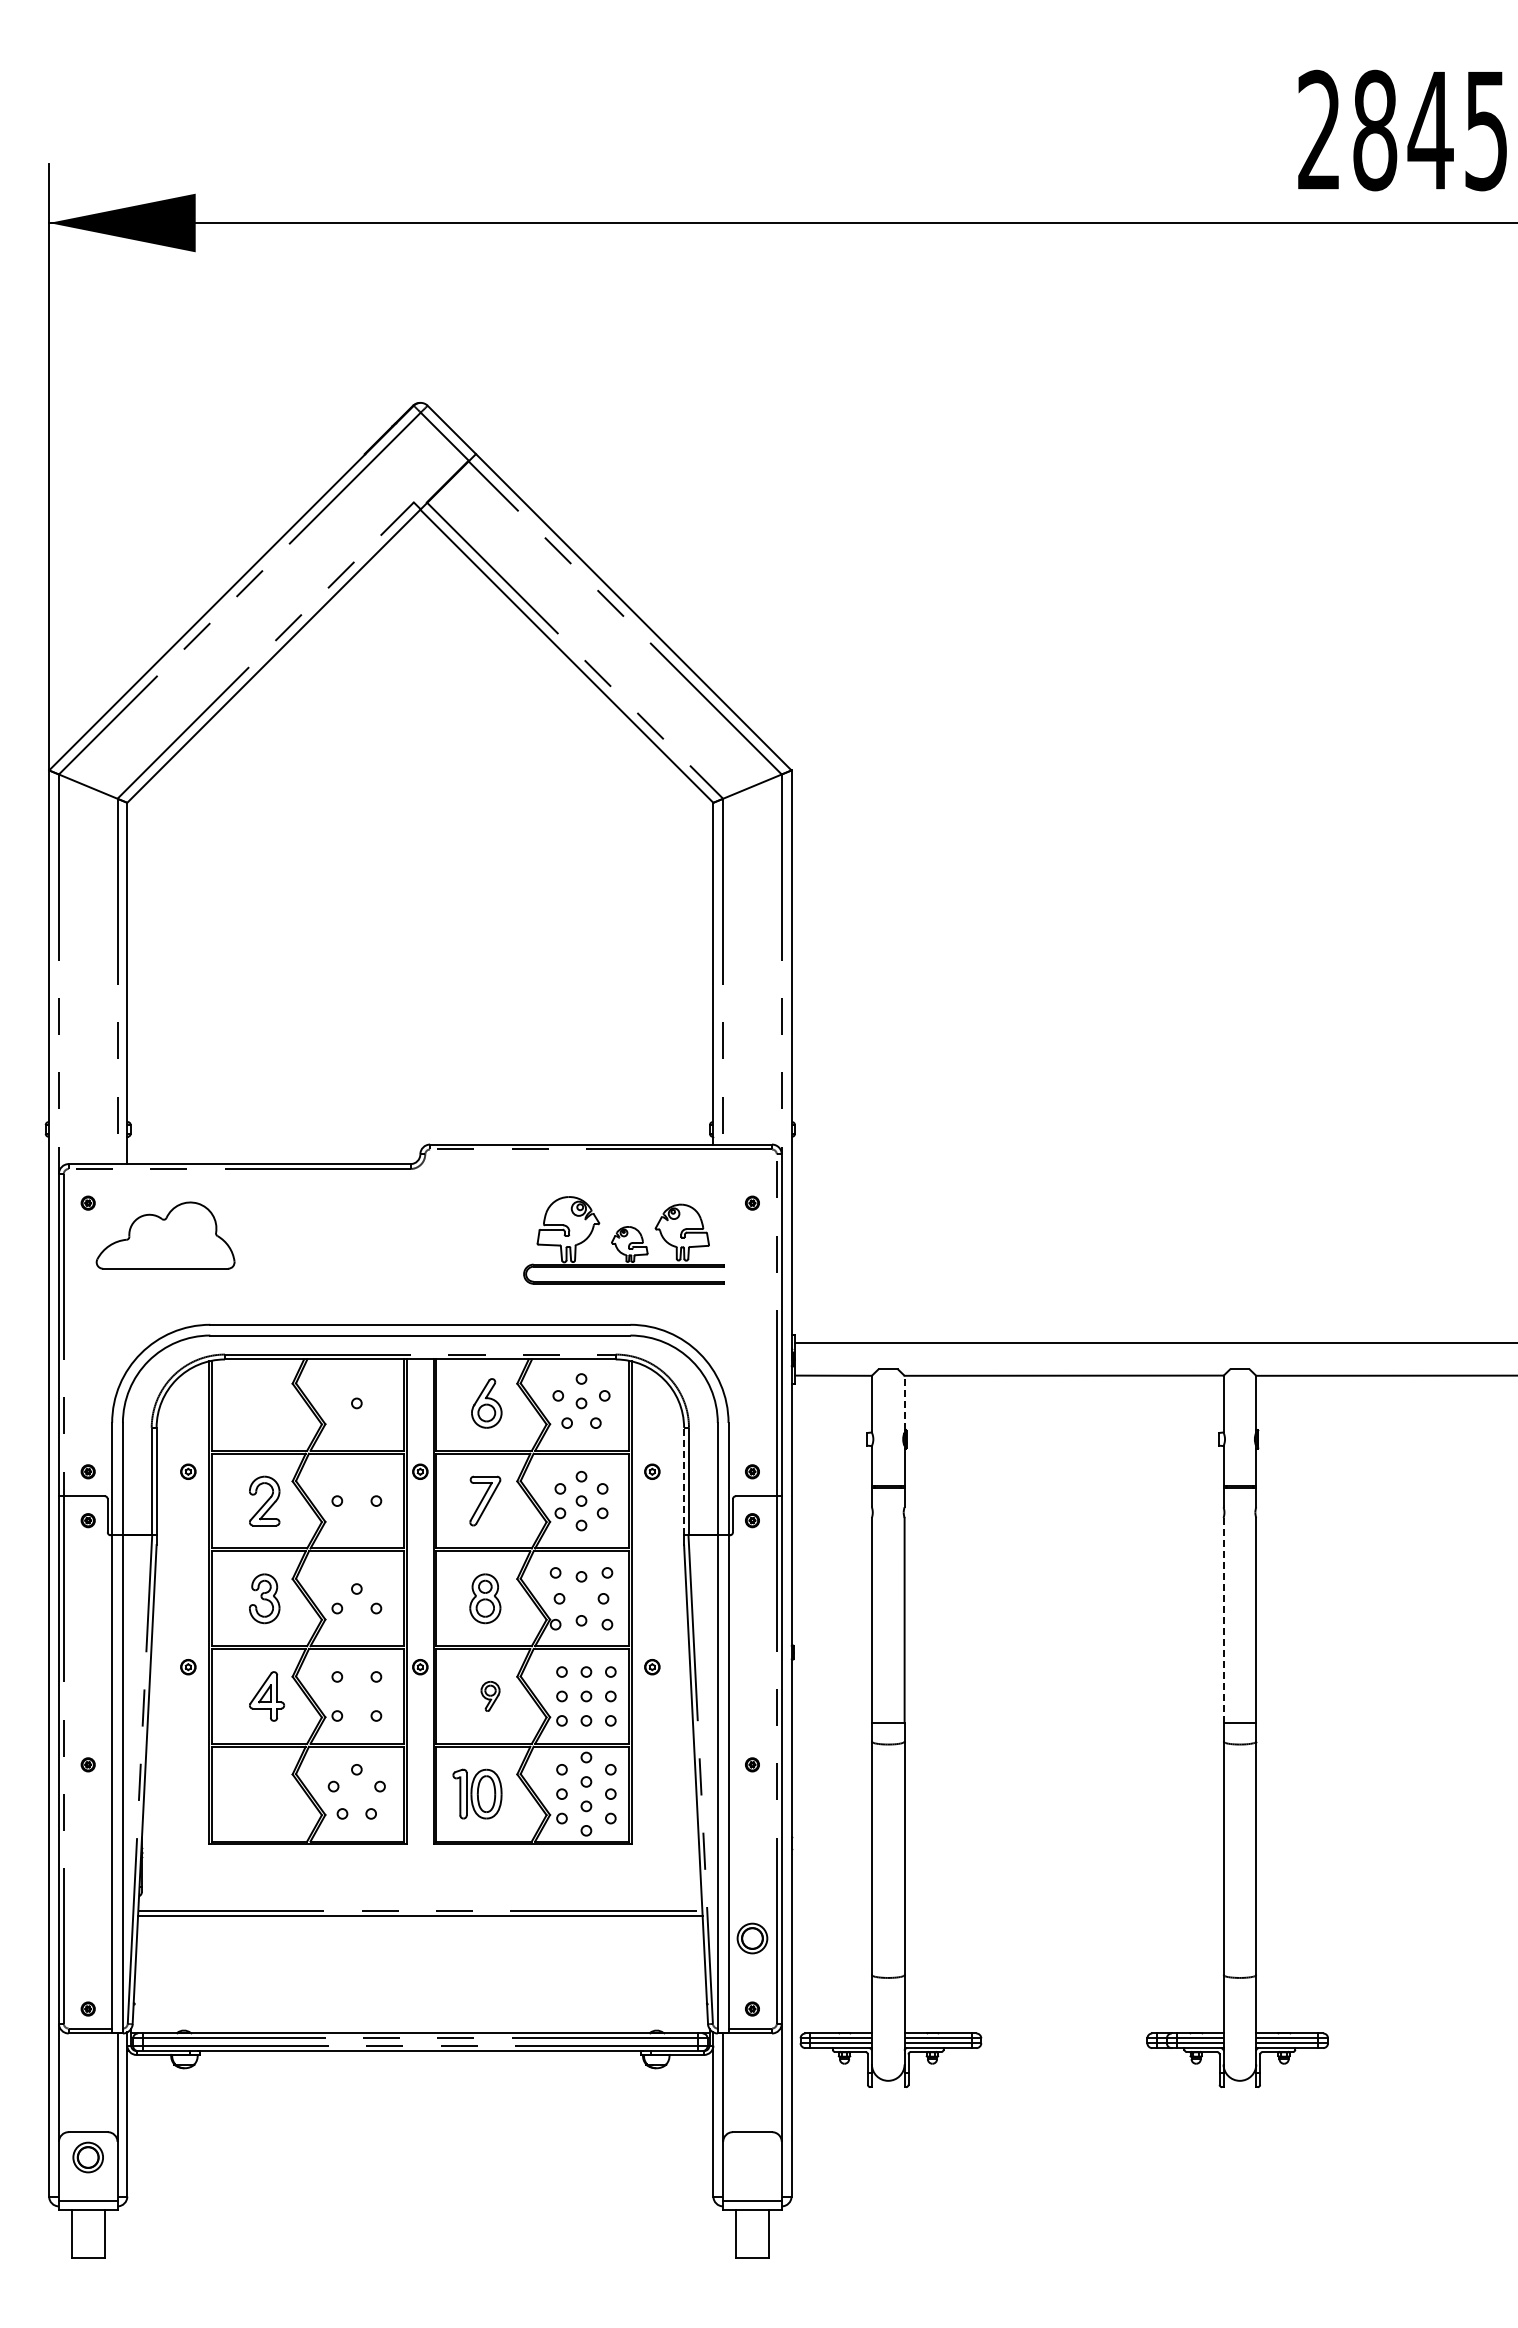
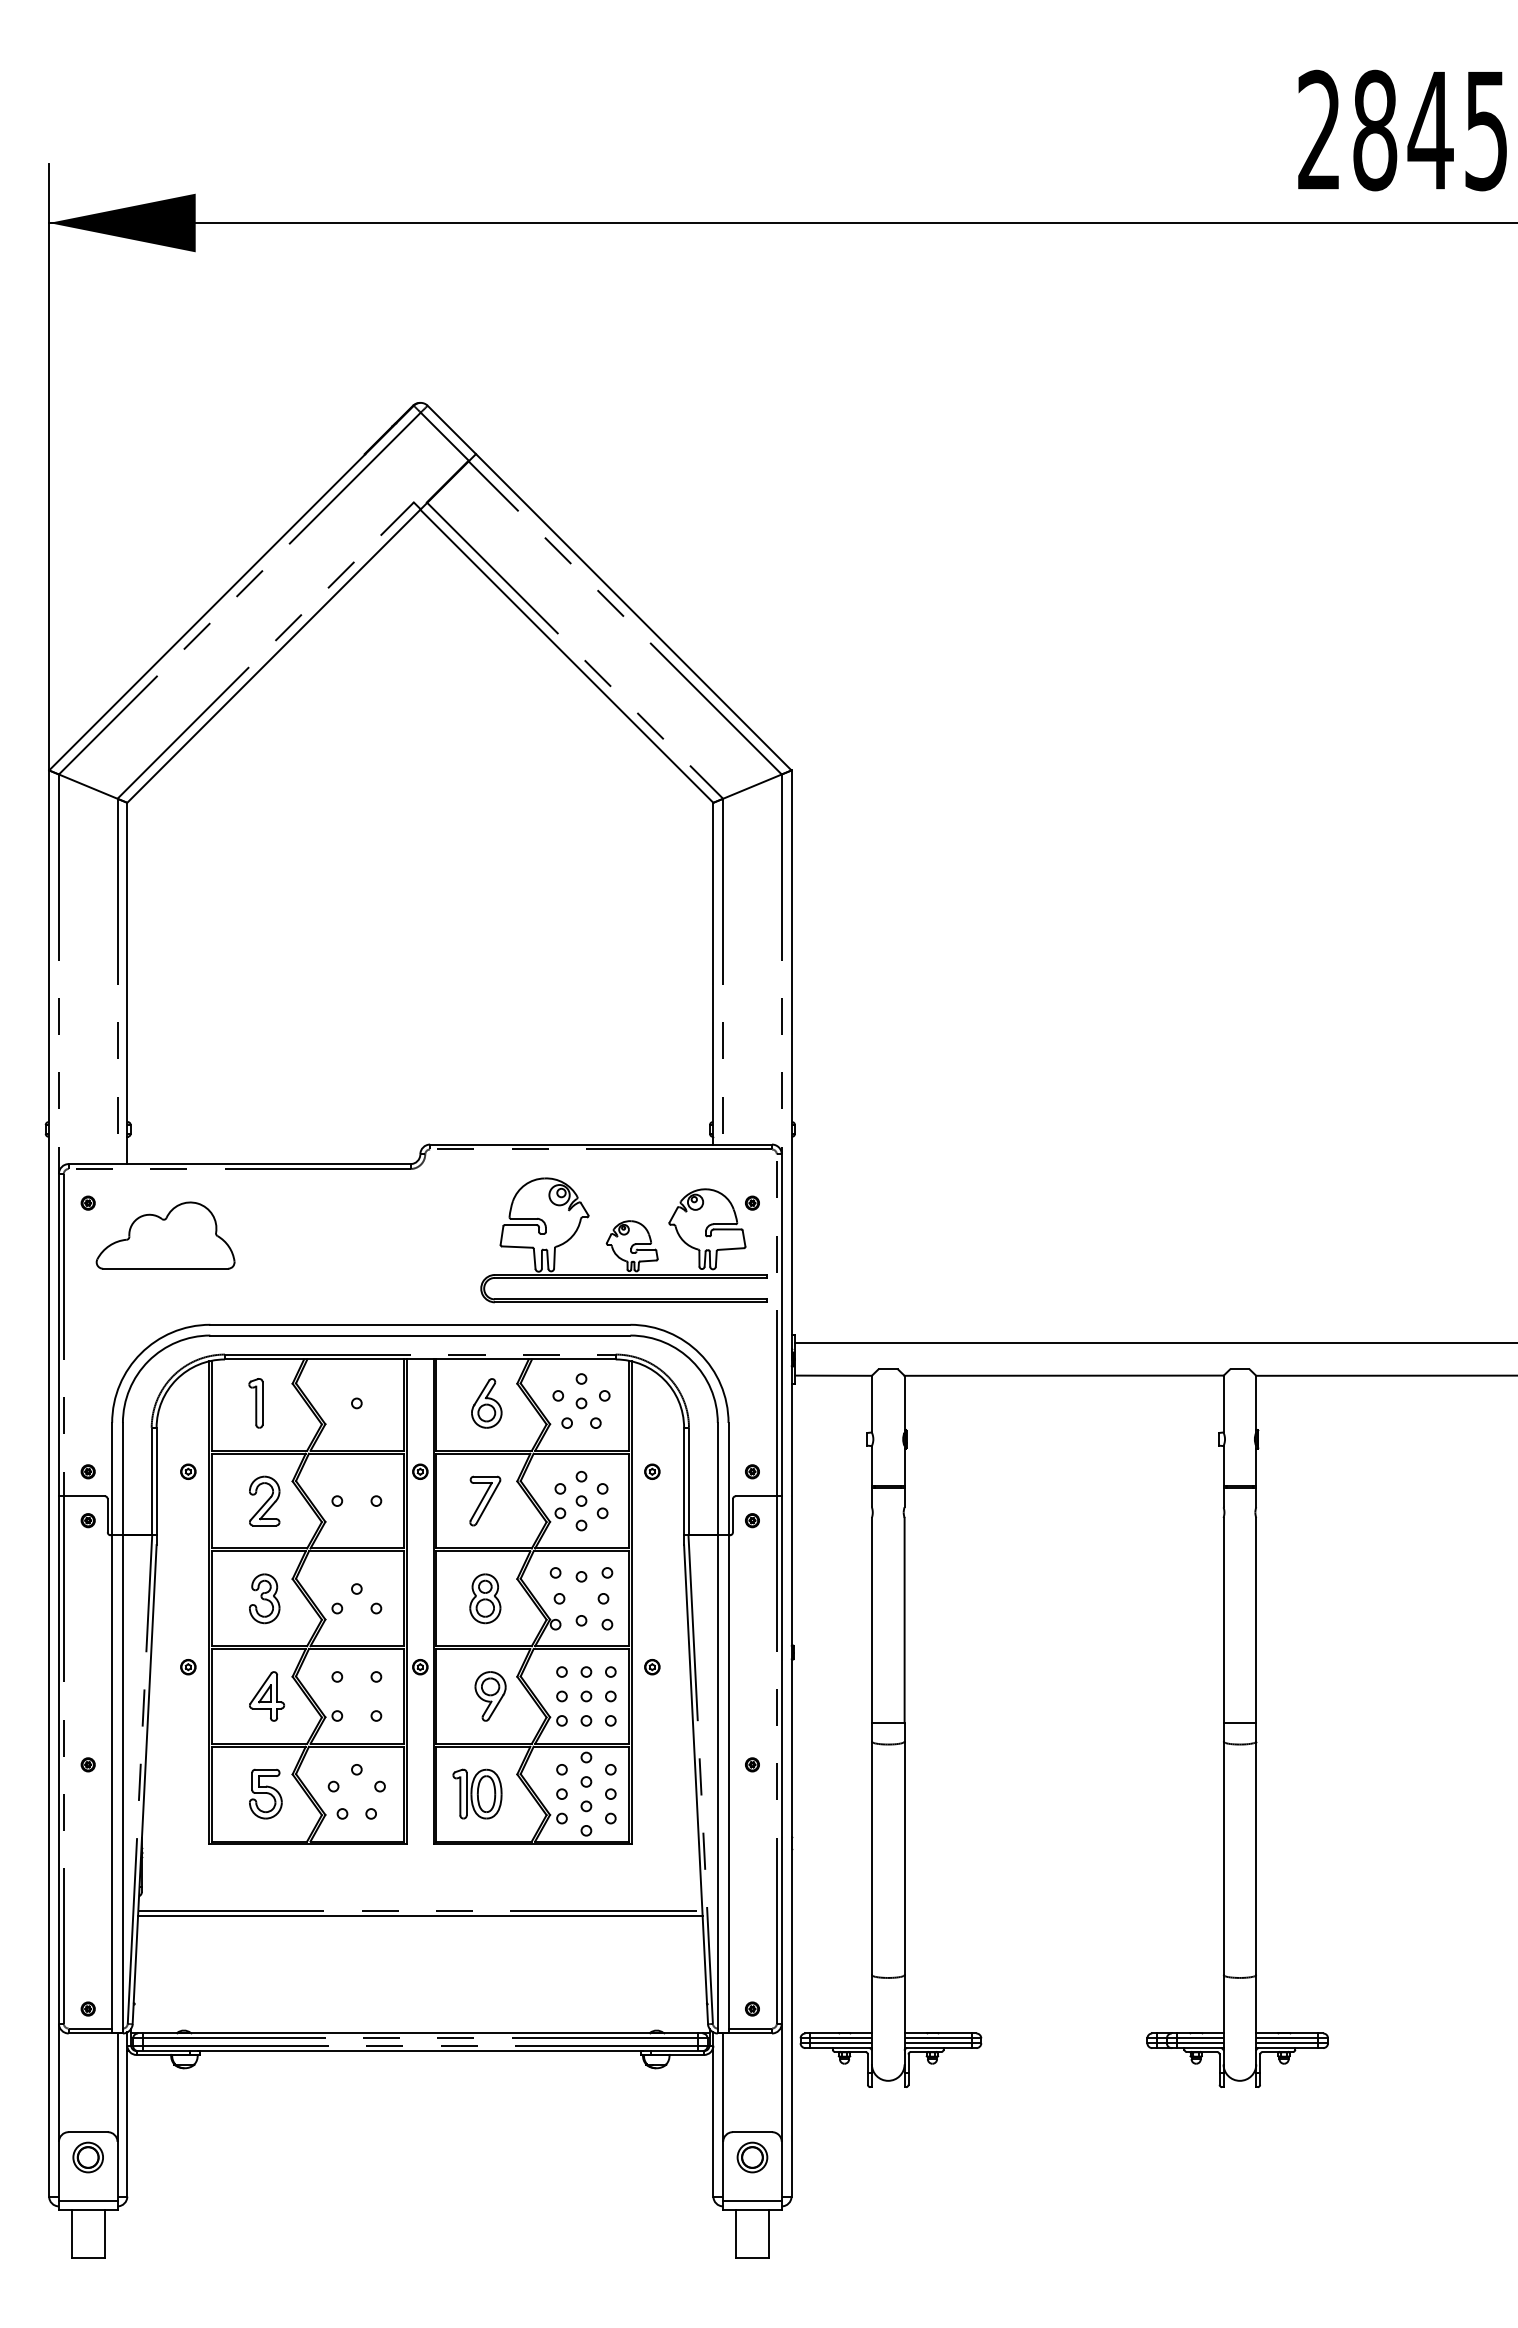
part at (623, 1240) size: 202x89 px -> 288x127 px
line at (904, 1402): dashed -> solid
part at (255, 1403): none -> present
line at (684, 1481): dashed -> solid
line at (1223, 1620): dashed -> solid
part at (490, 1696) size: 21x31 px -> 33x51 px
part at (265, 1793): none -> present
part at (752, 1938) position: (752, 1938) -> (752, 2157)
